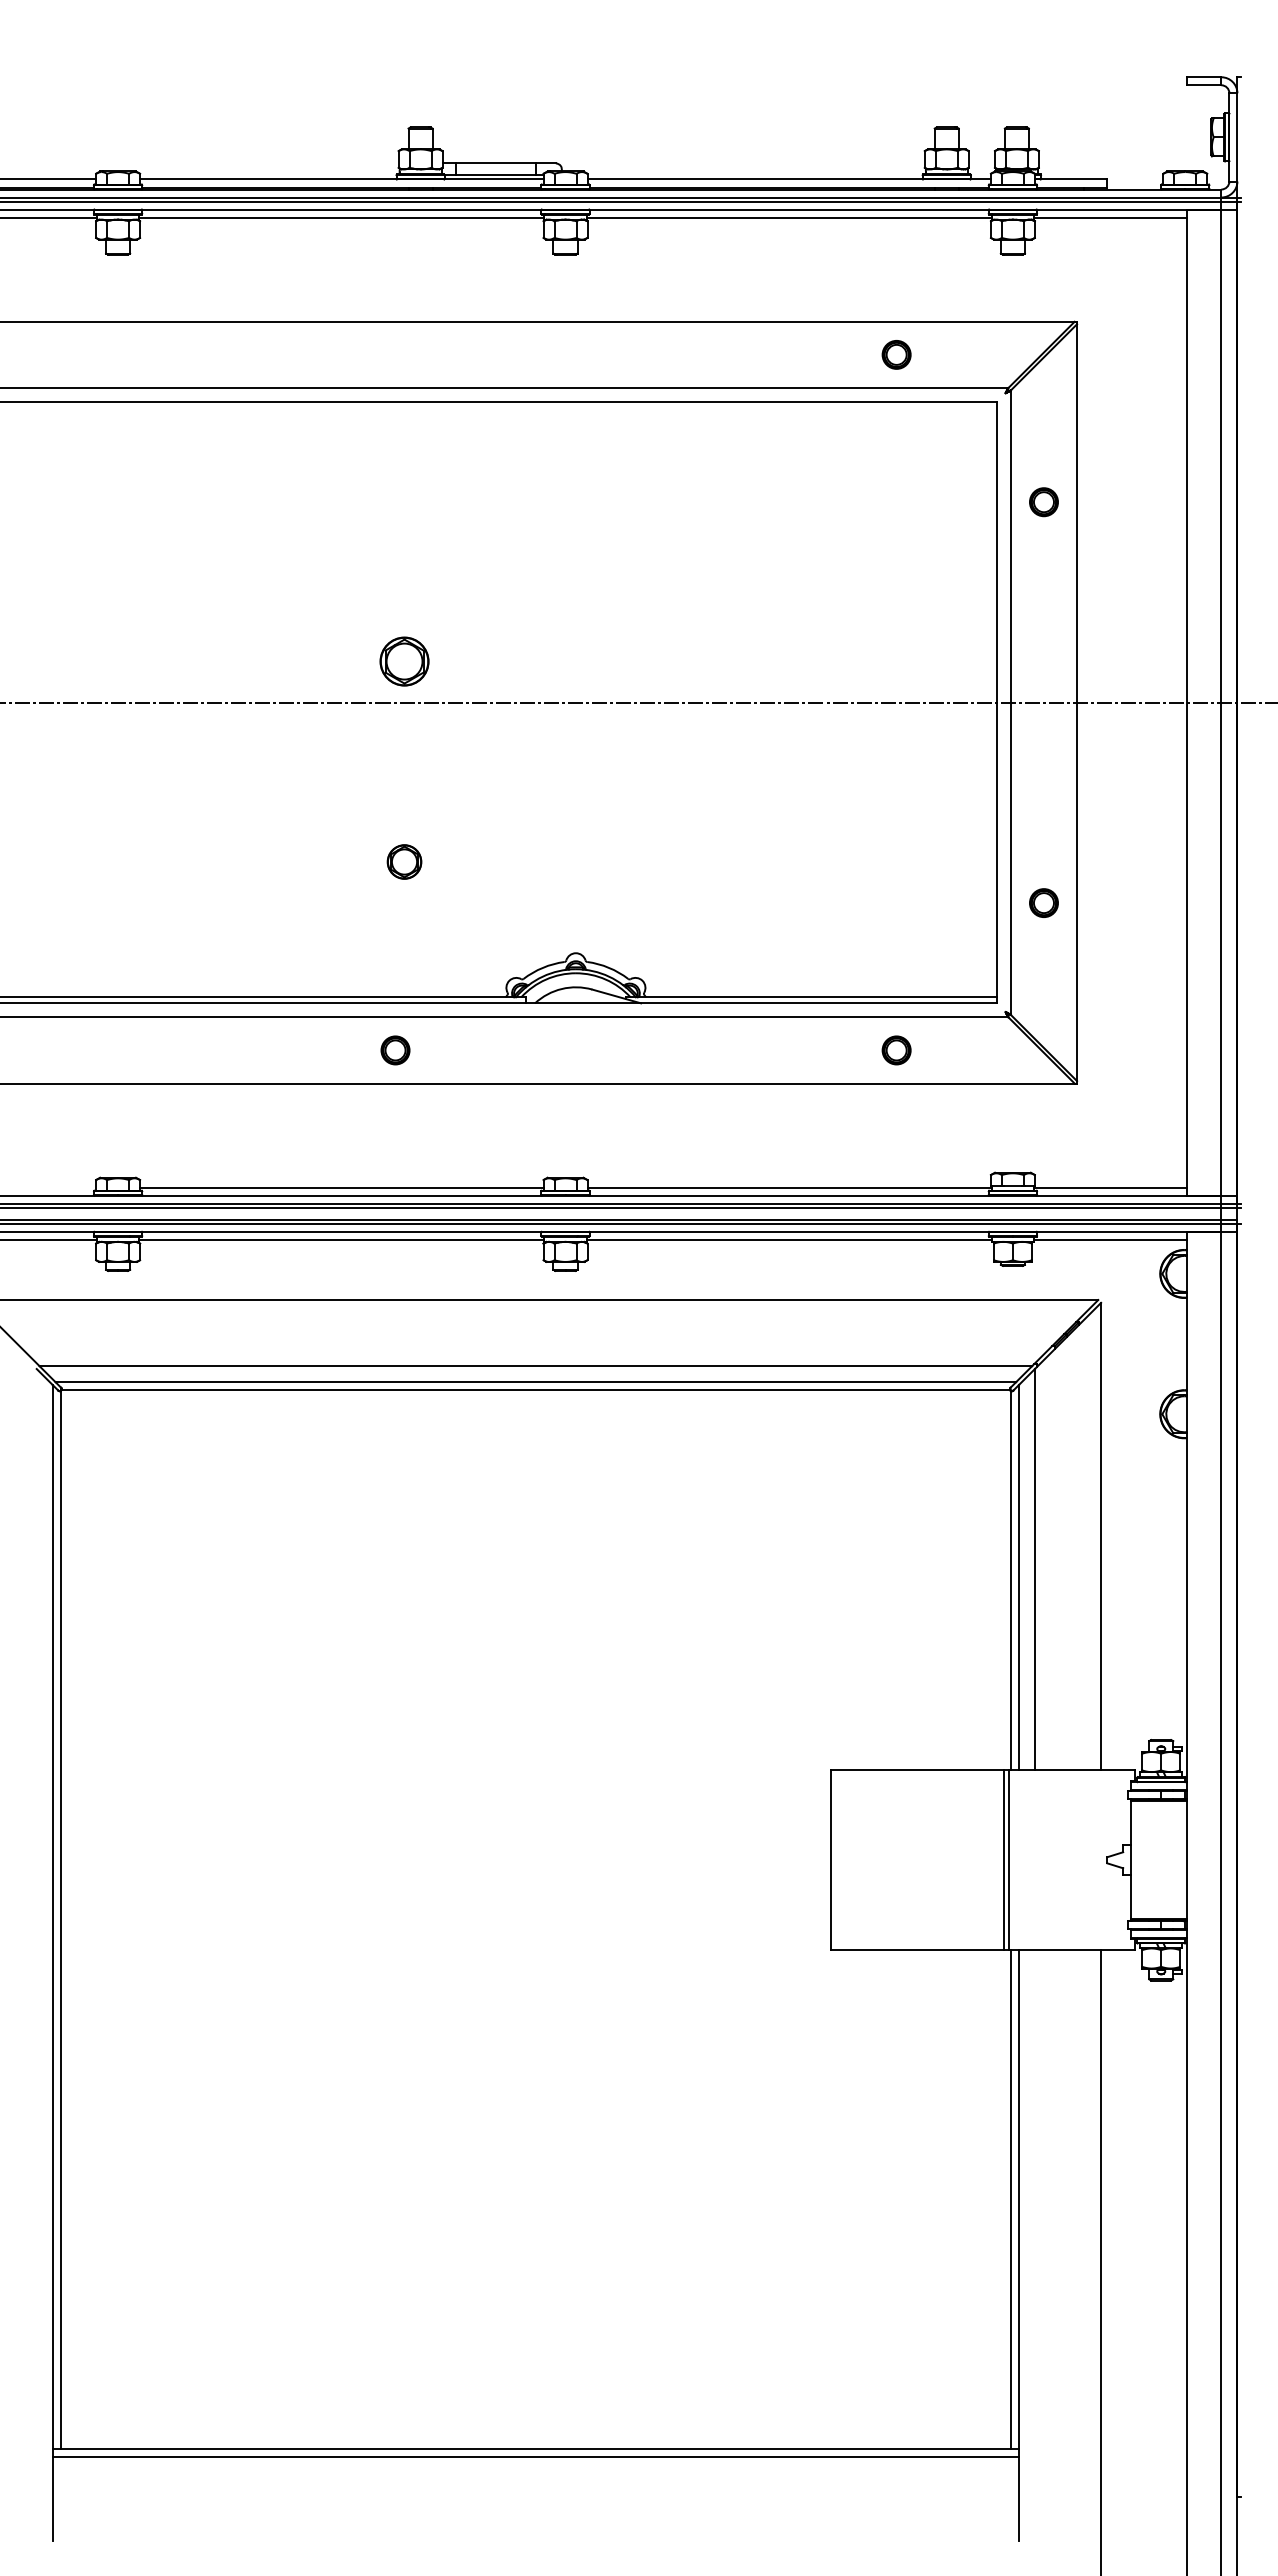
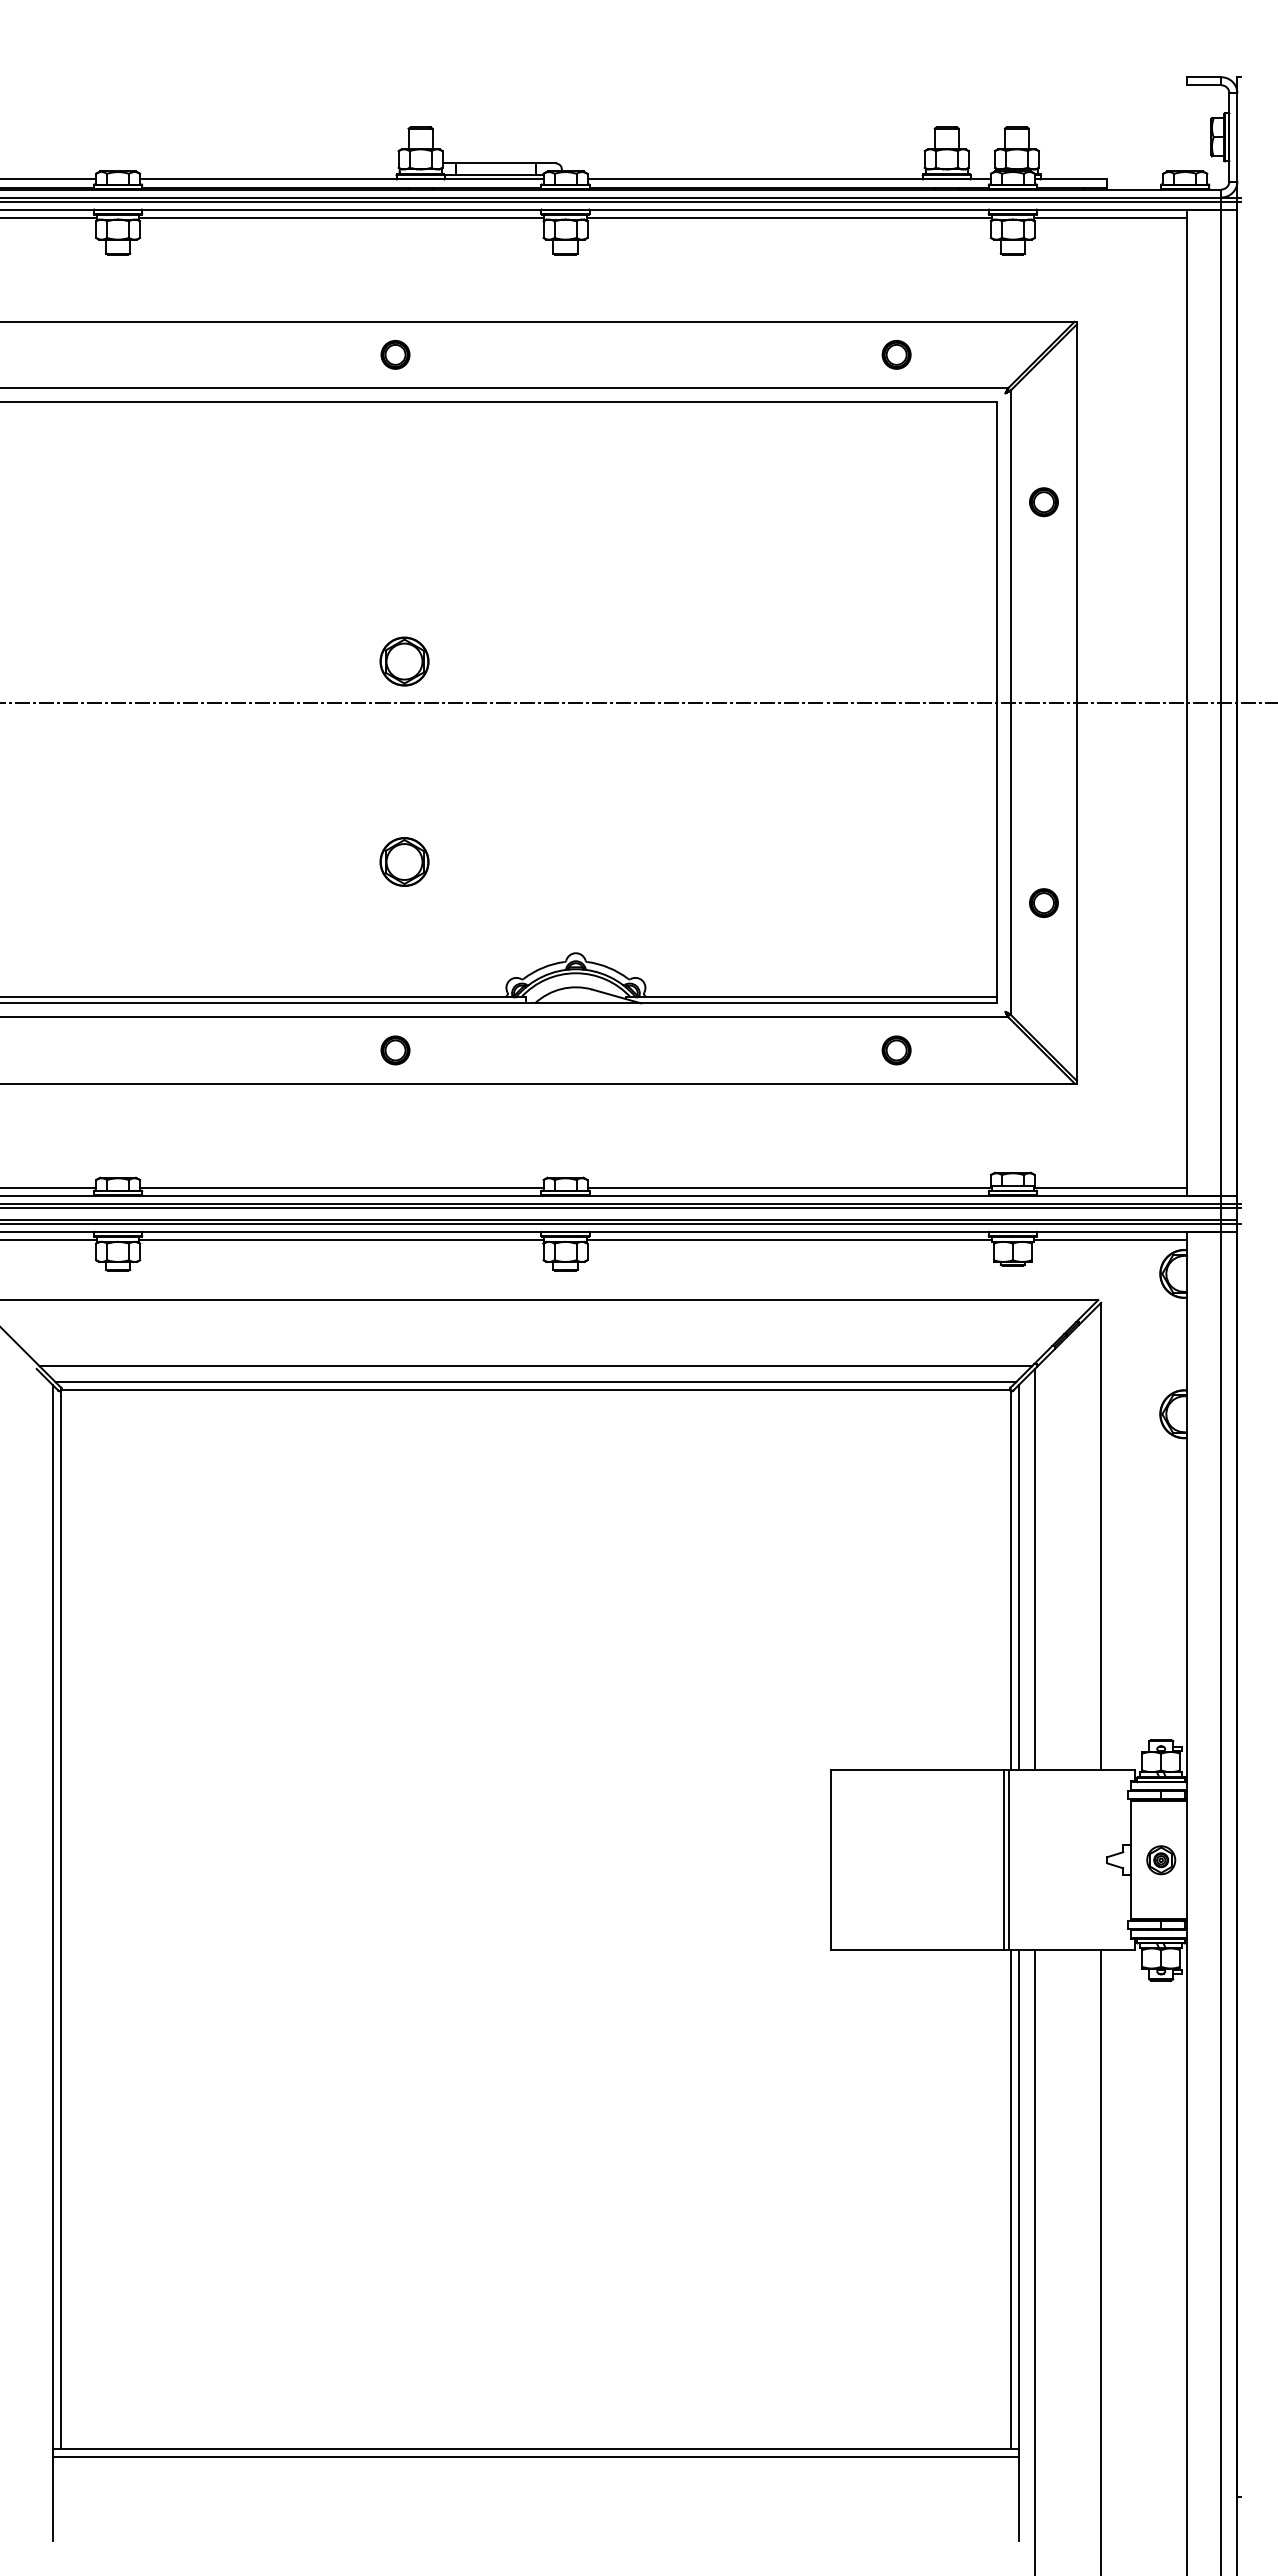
part at (395, 354): none -> present
part at (404, 861) size: 37x36 px -> 51x50 px
line at (49, 1187): none -> present
part at (1161, 1860): none -> present
line at (1034, 2261): none -> present
